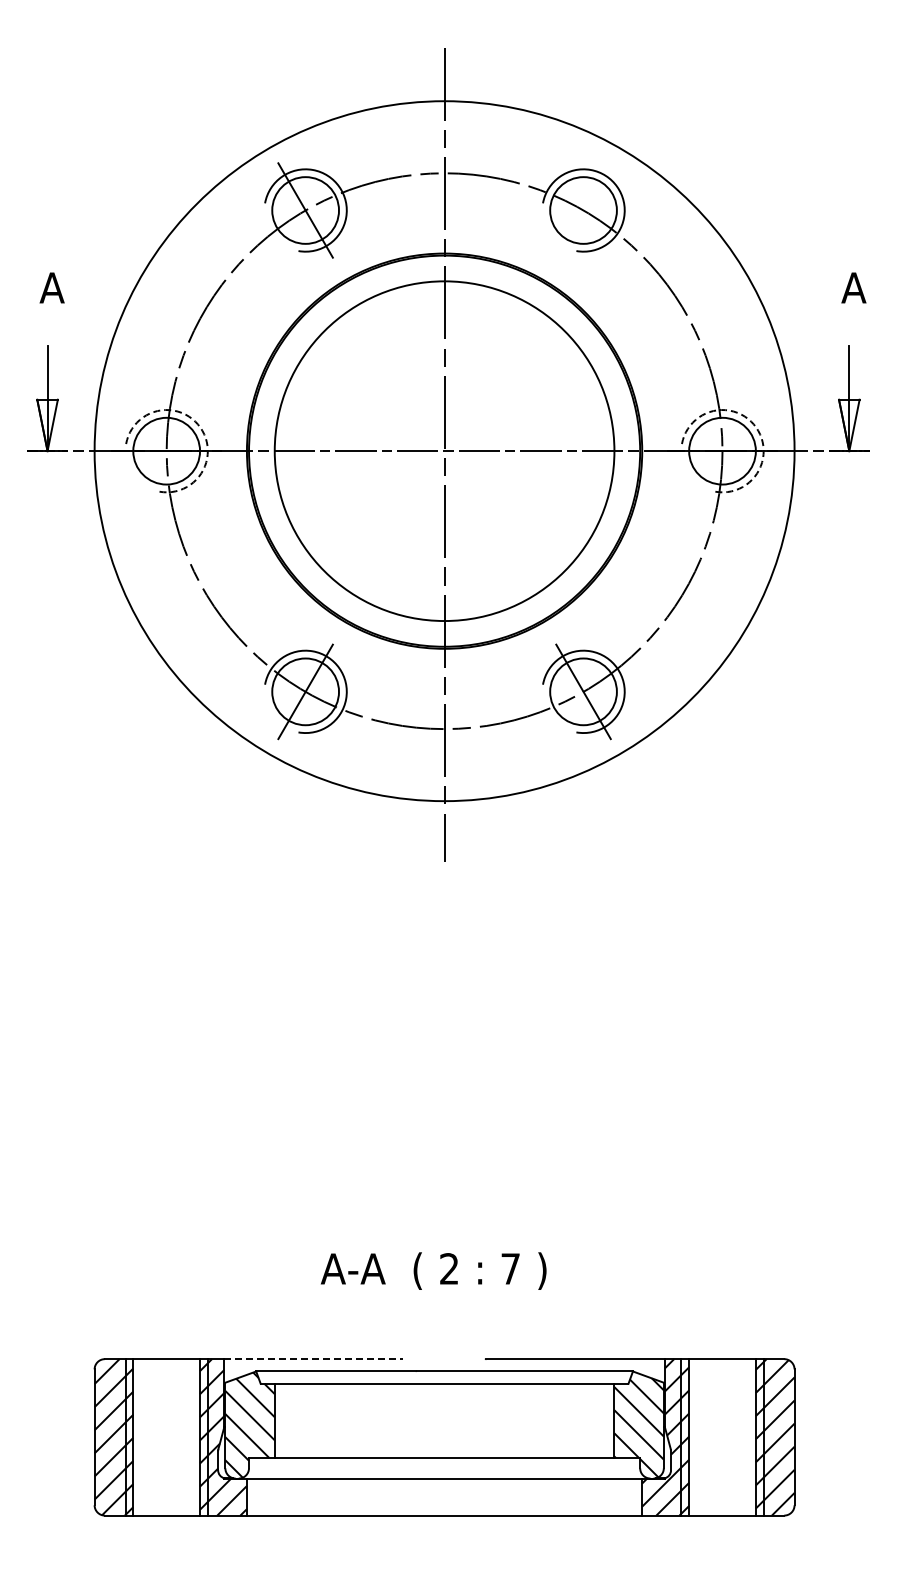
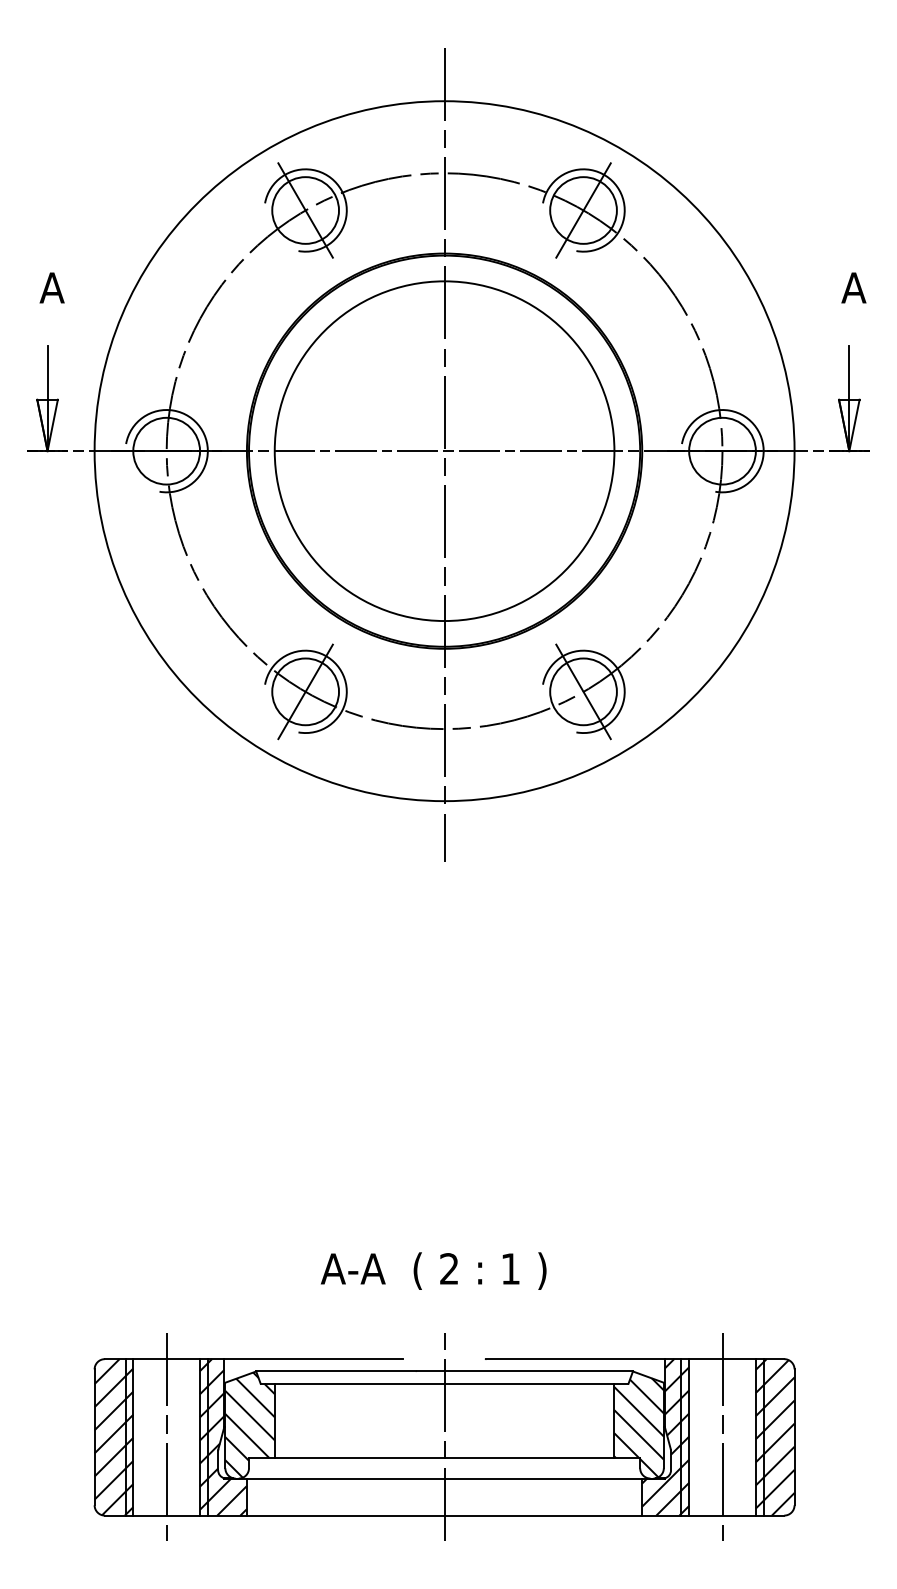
line at (583, 210): none -> present
arc at (200, 427): dashed -> solid
arc at (756, 427): dashed -> solid
text at (510, 1268): 7 -> 1
line at (313, 1359): dashed -> solid
line at (166, 1437): none -> present
line at (444, 1437): none -> present
line at (722, 1437): none -> present
